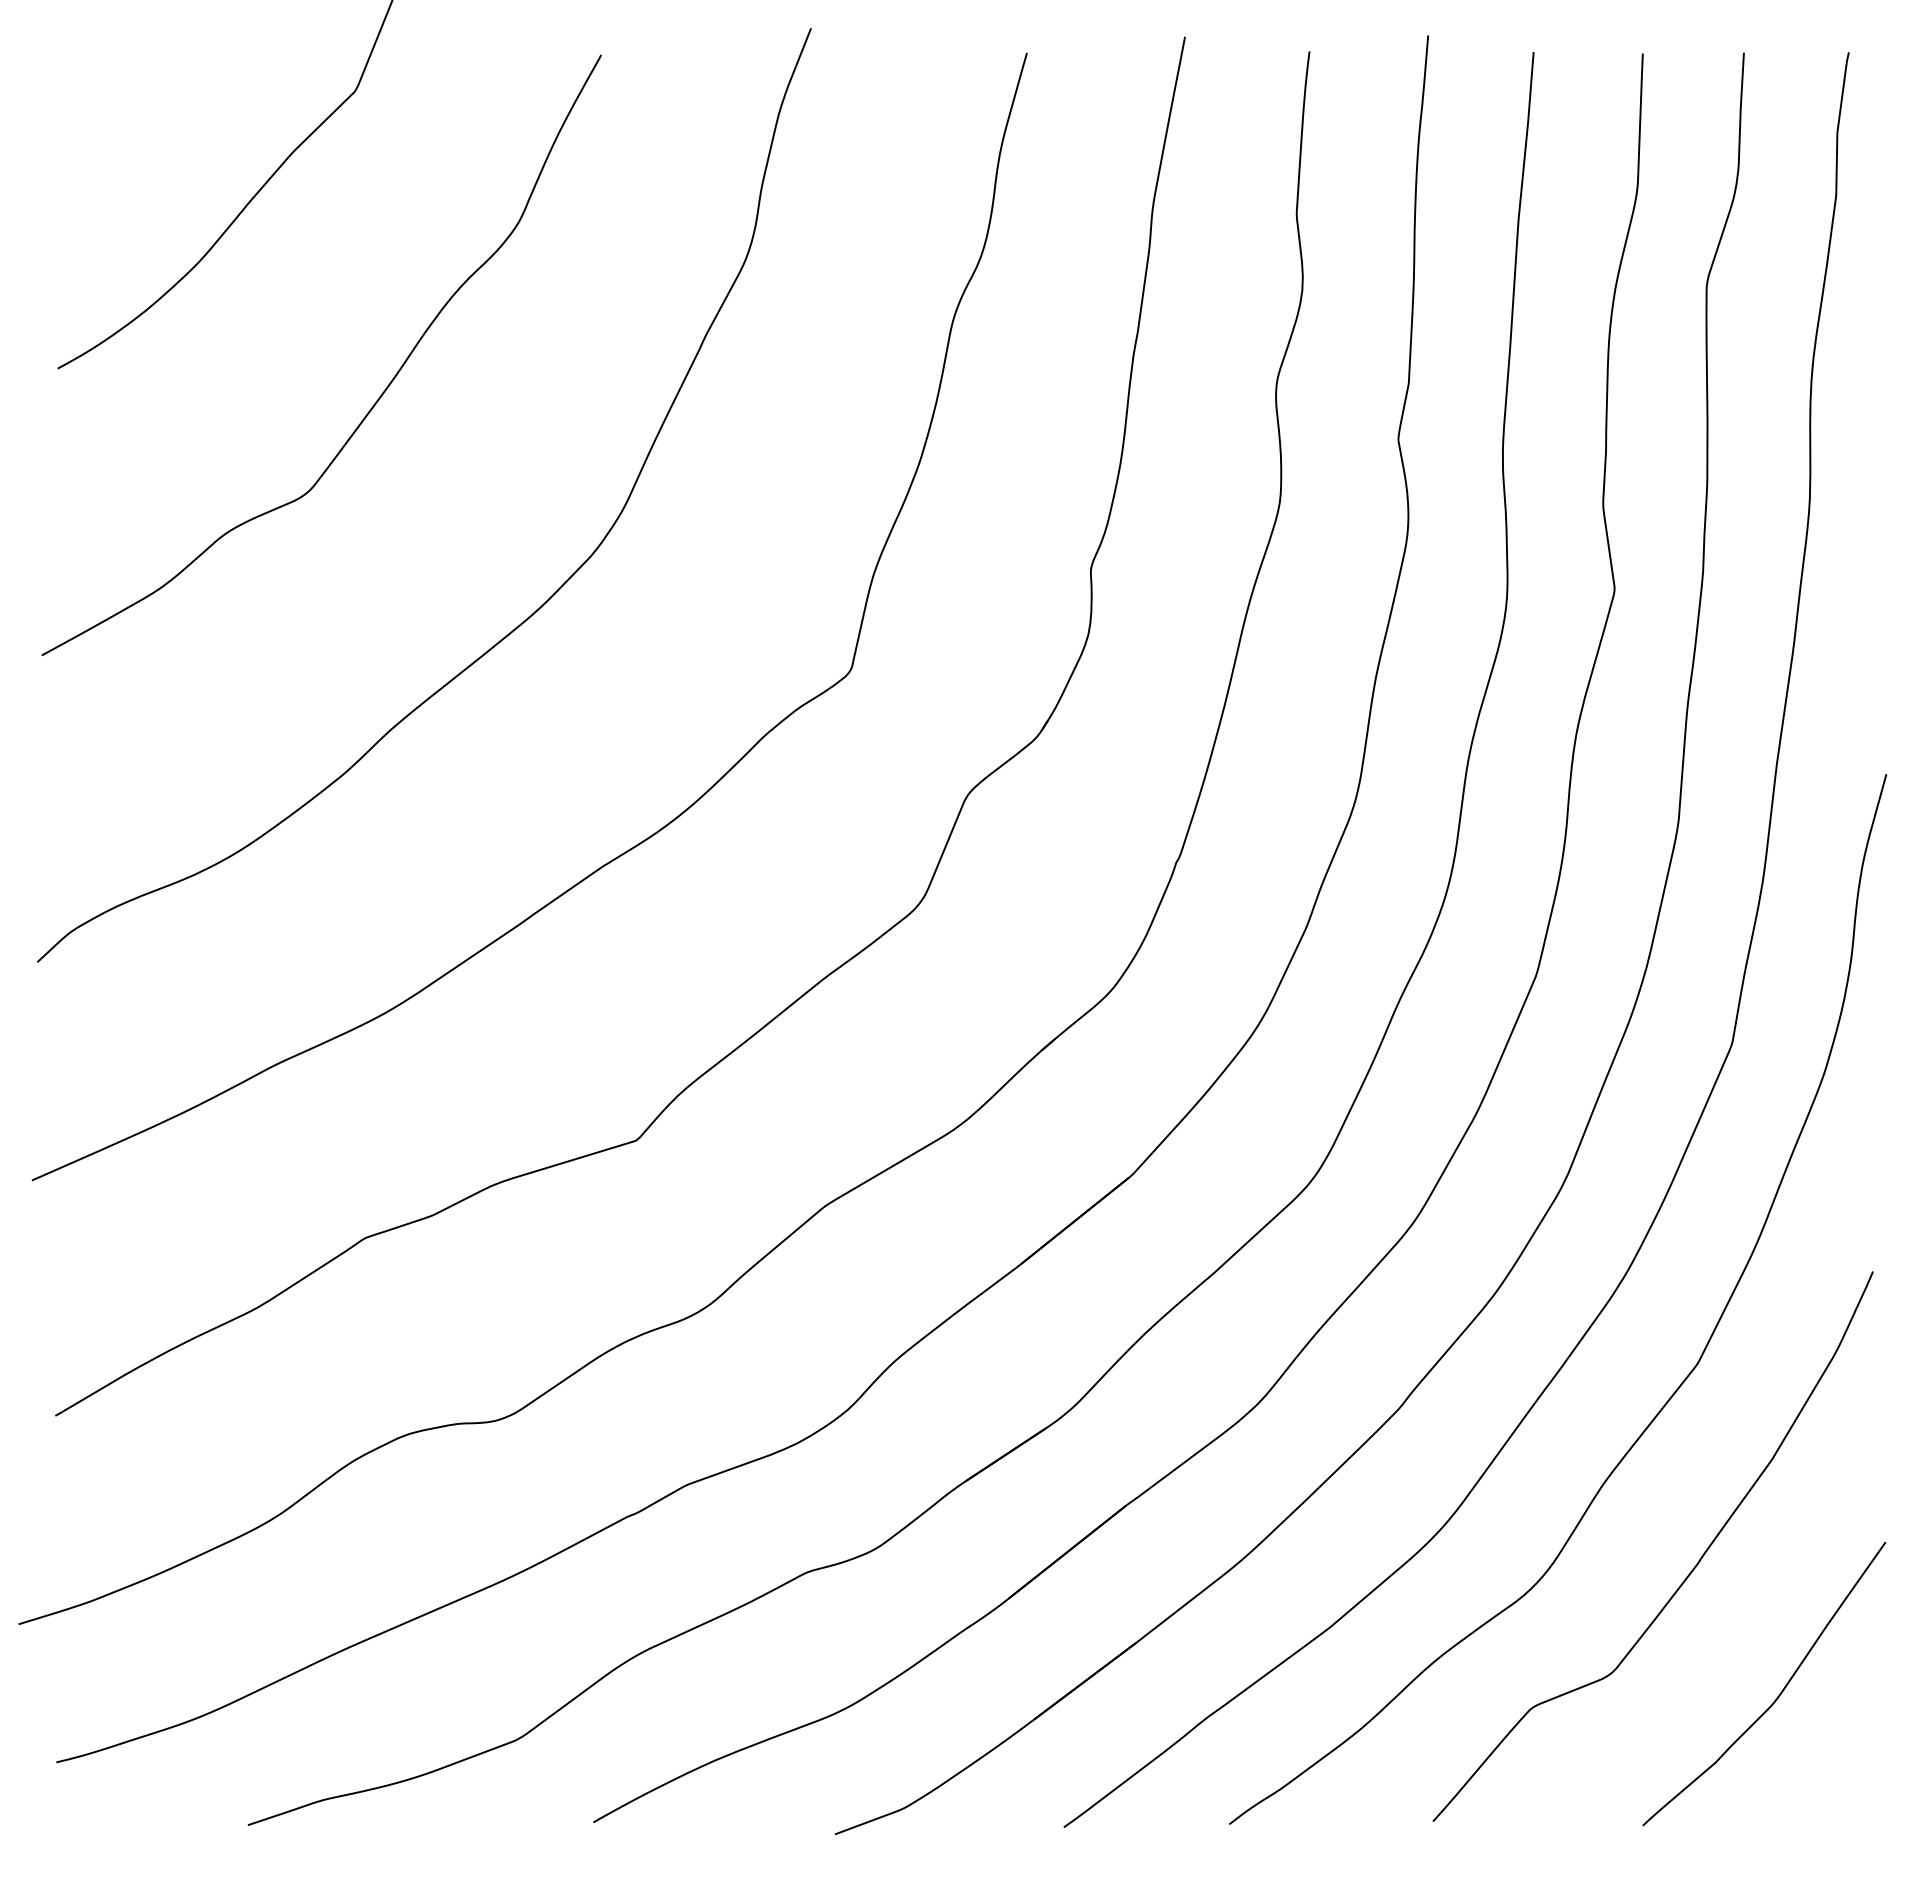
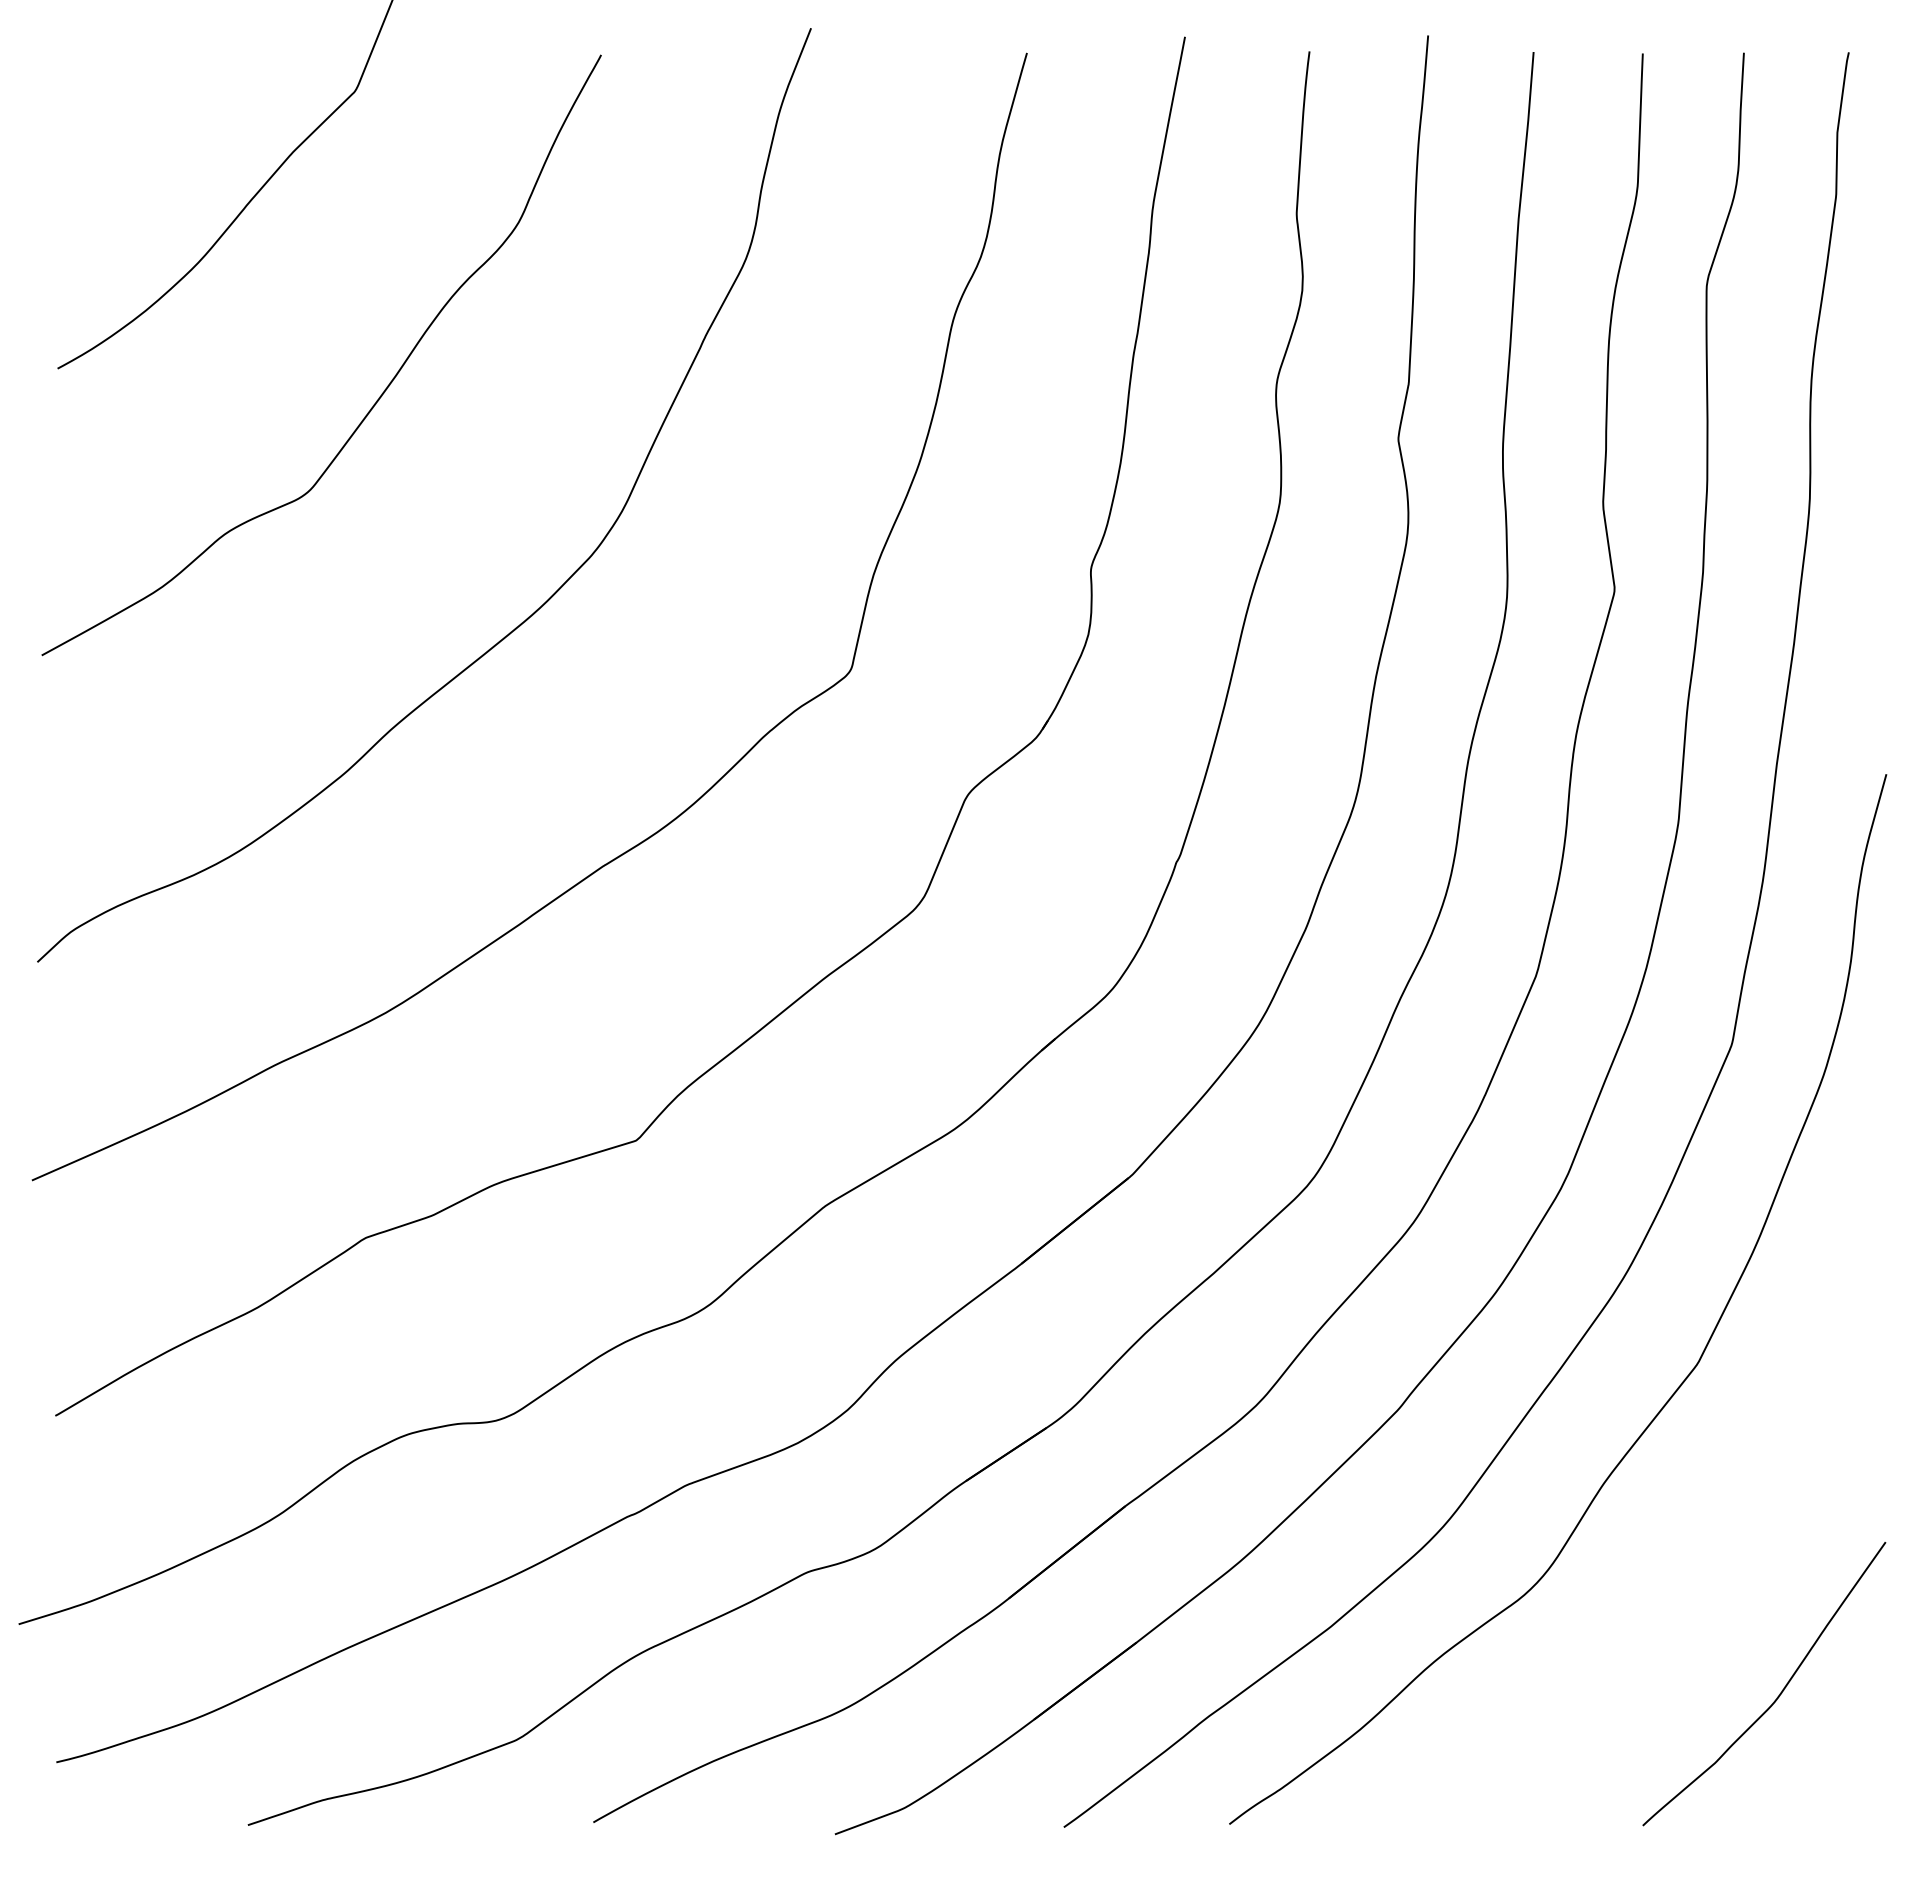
curve at (1686, 1576): present -> none
